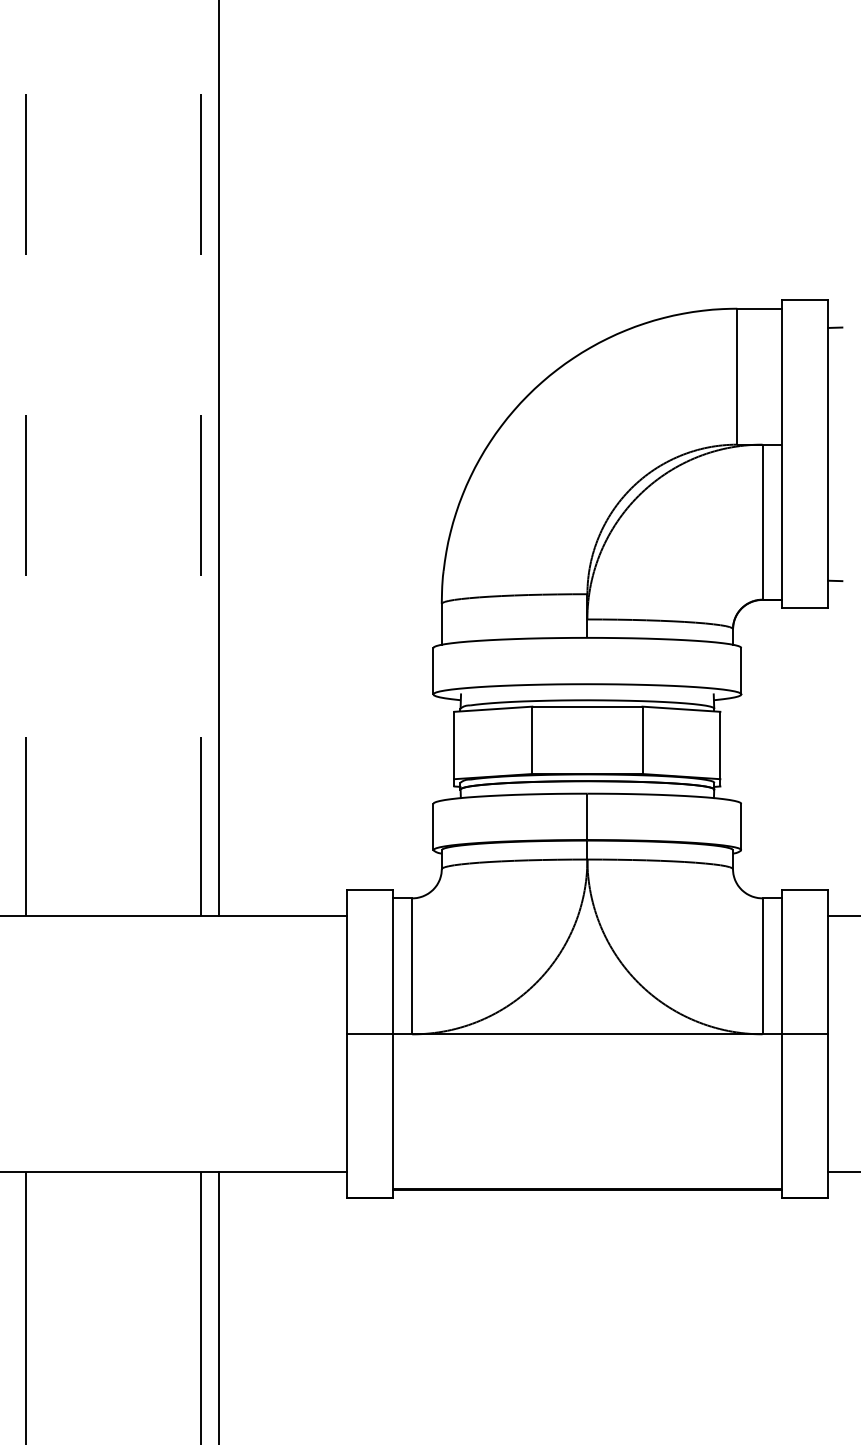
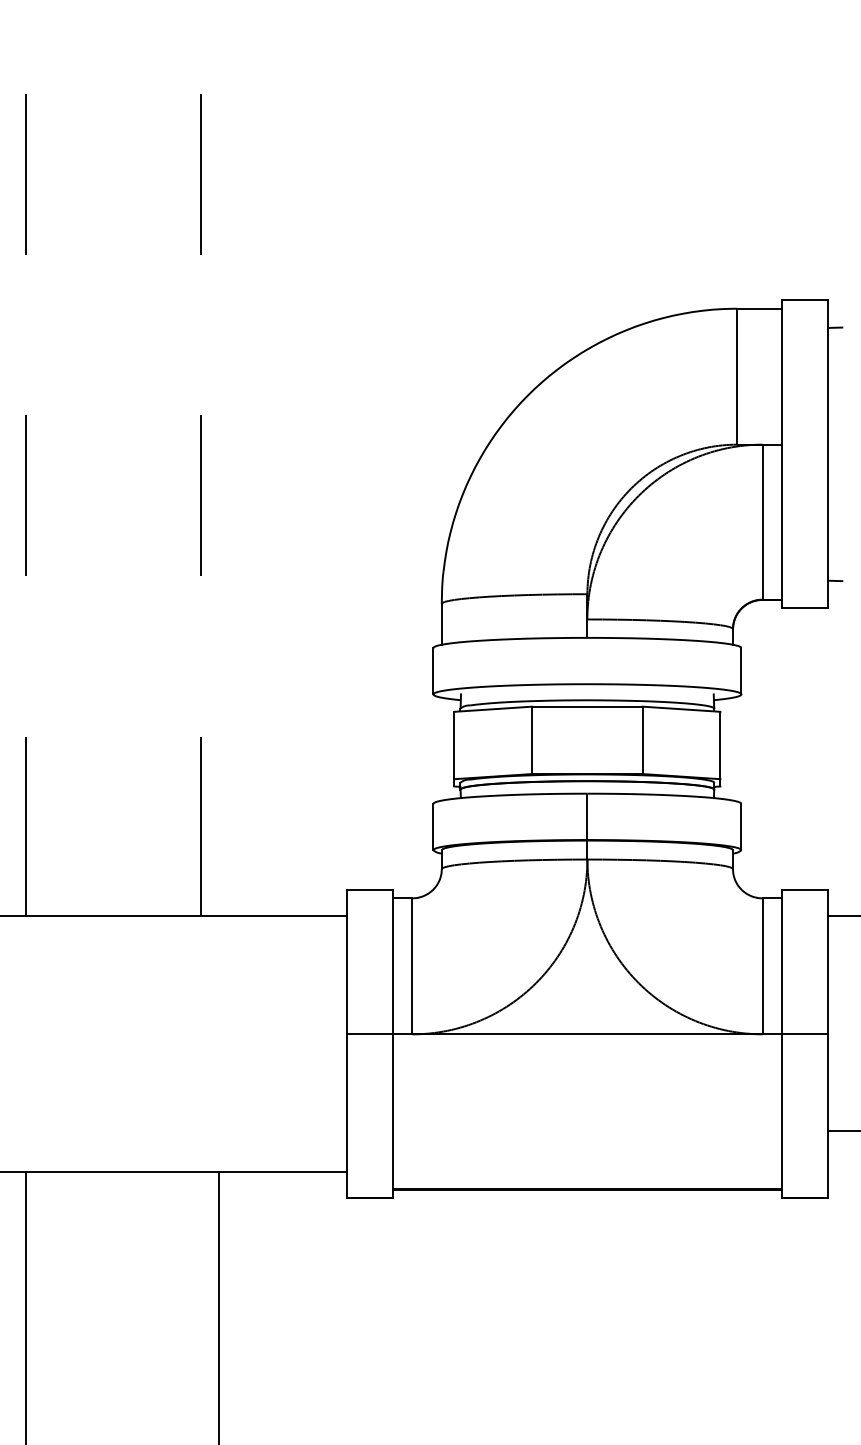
line at (219, 459): present -> none
line at (842, 1171) position: (842, 1171) -> (842, 1130)
line at (201, 1306): present -> none
